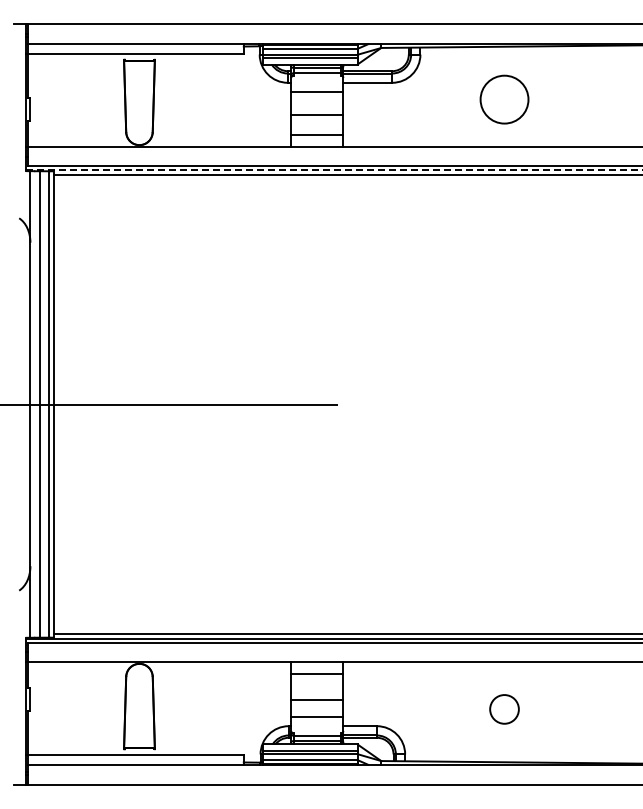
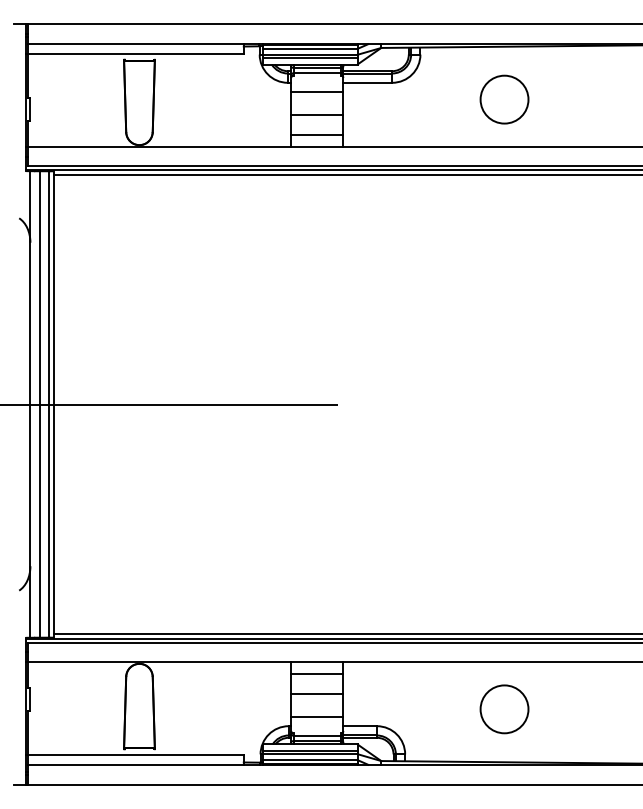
line at (334, 170): dashed -> solid
line at (317, 700) position: (317, 700) -> (317, 694)
circle at (504, 709) size: 31x31 px -> 51x51 px
